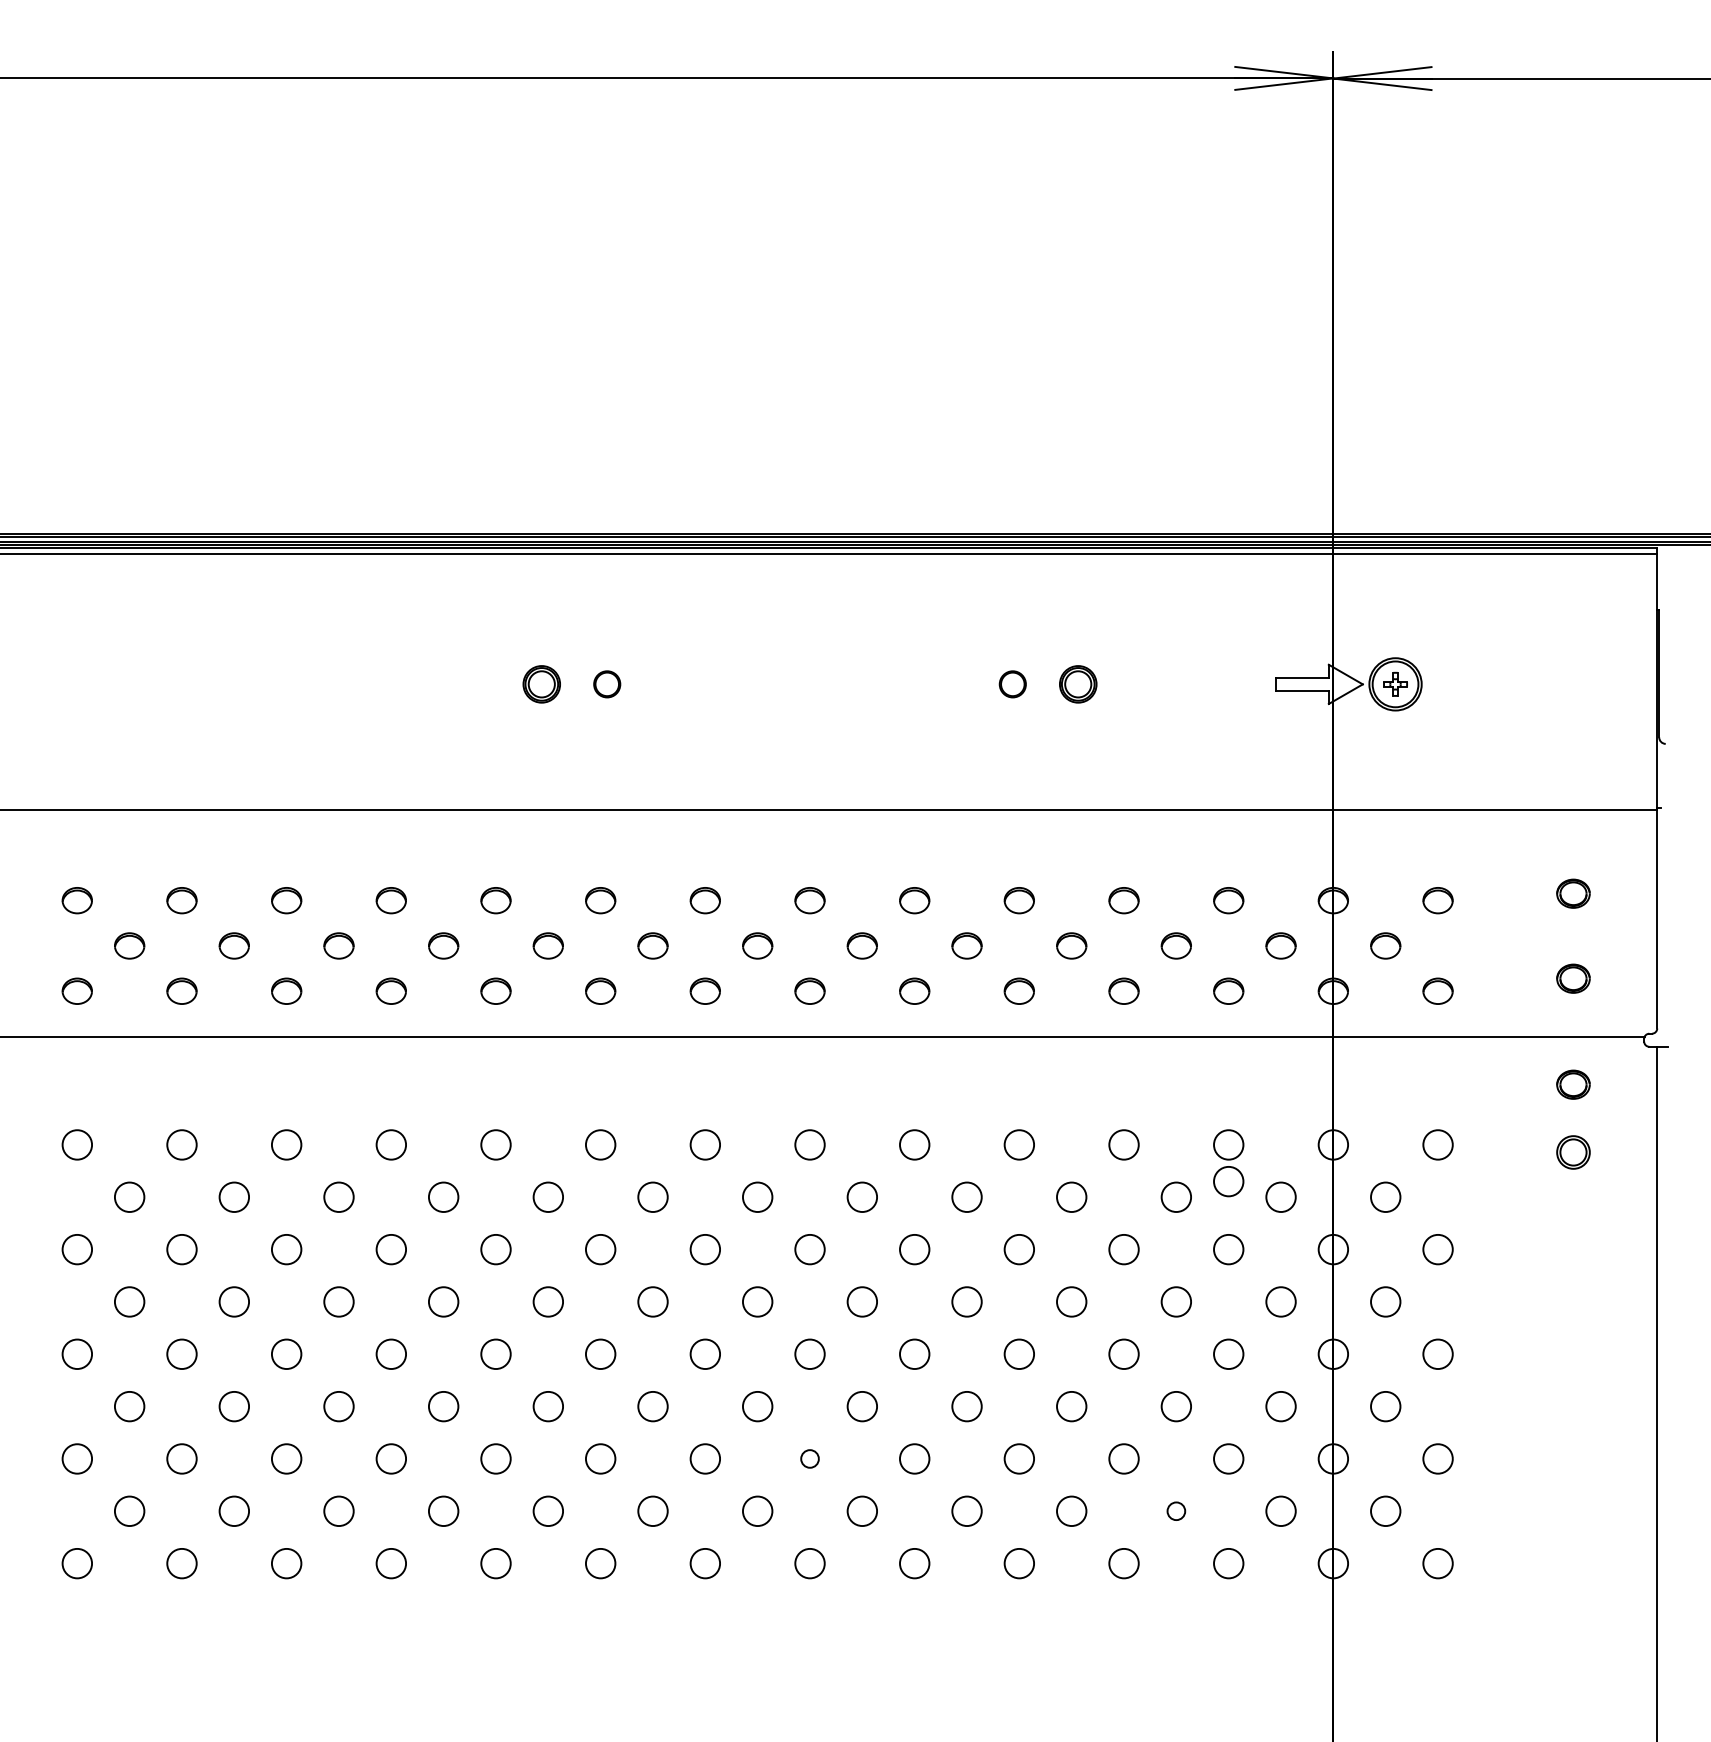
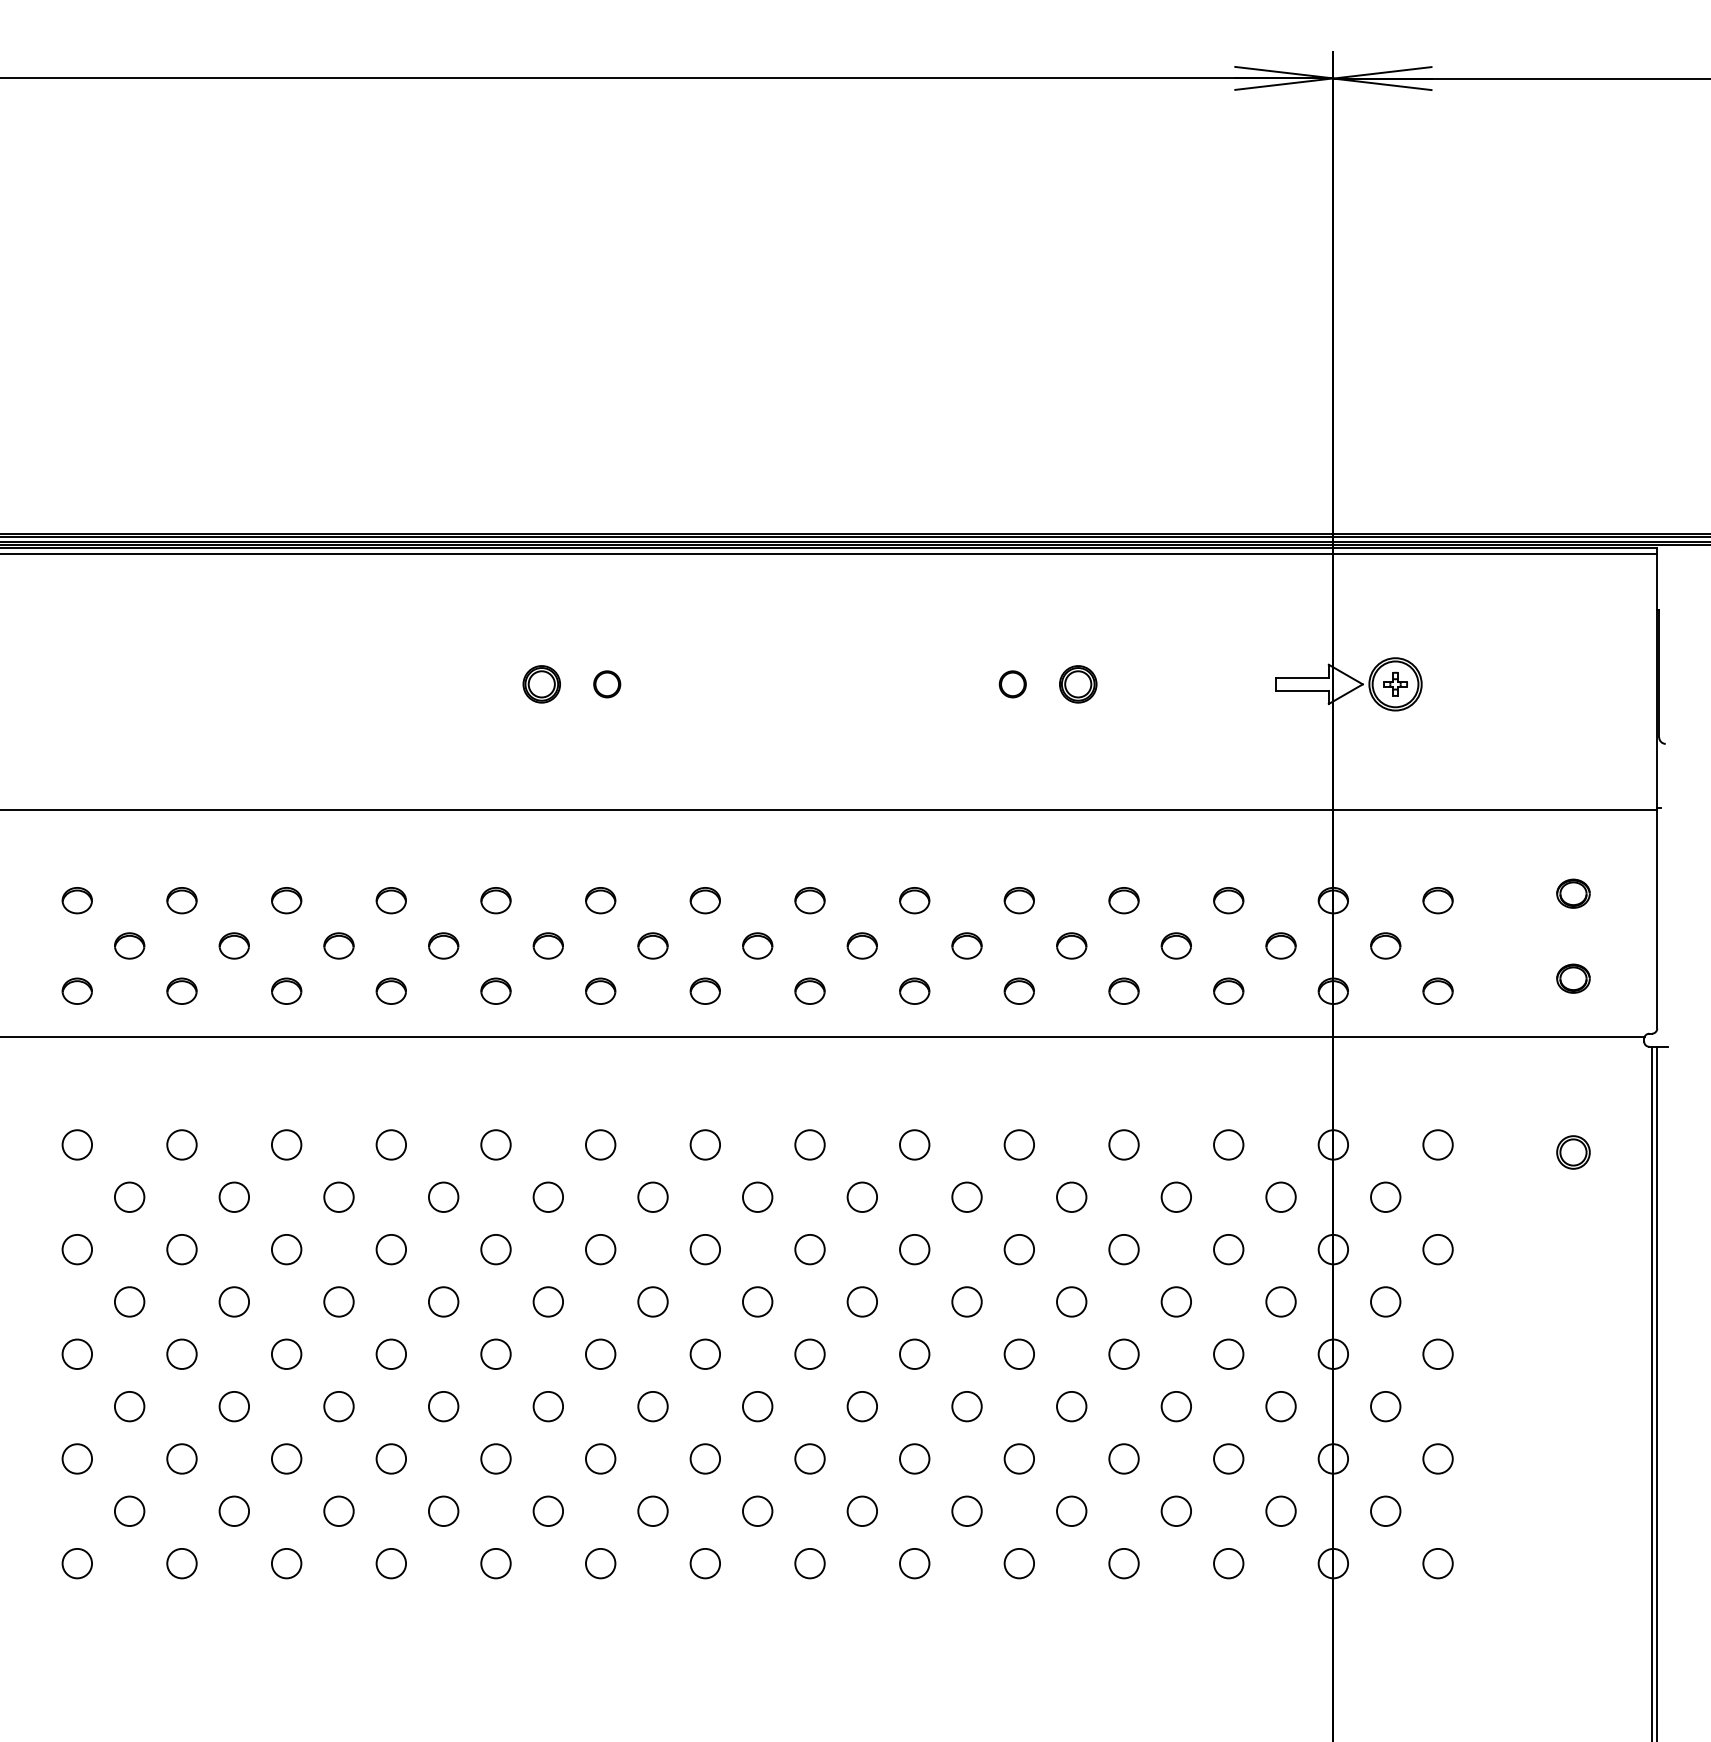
part at (1573, 1084): present -> none
circle at (1228, 1181): present -> none
line at (1652, 1392): none -> present
circle at (809, 1458) diameter: 18 px -> 29 px
circle at (1176, 1511) diameter: 18 px -> 29 px
